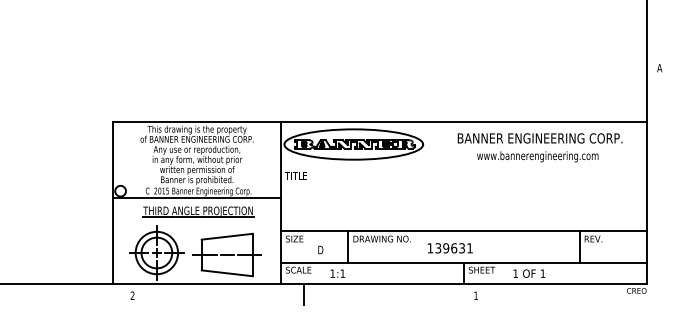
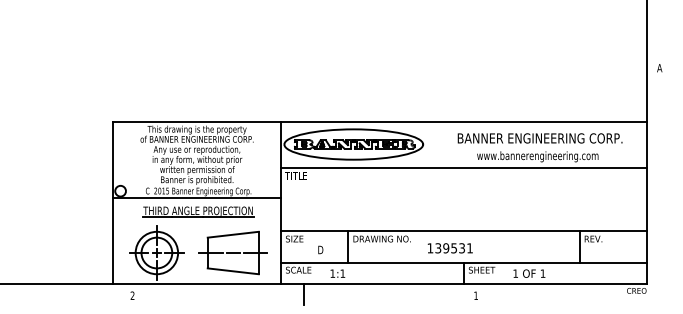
line at (464, 167): none -> present
text at (454, 248): 139631 -> 139531
part at (226, 254) position: (226, 254) -> (232, 252)
